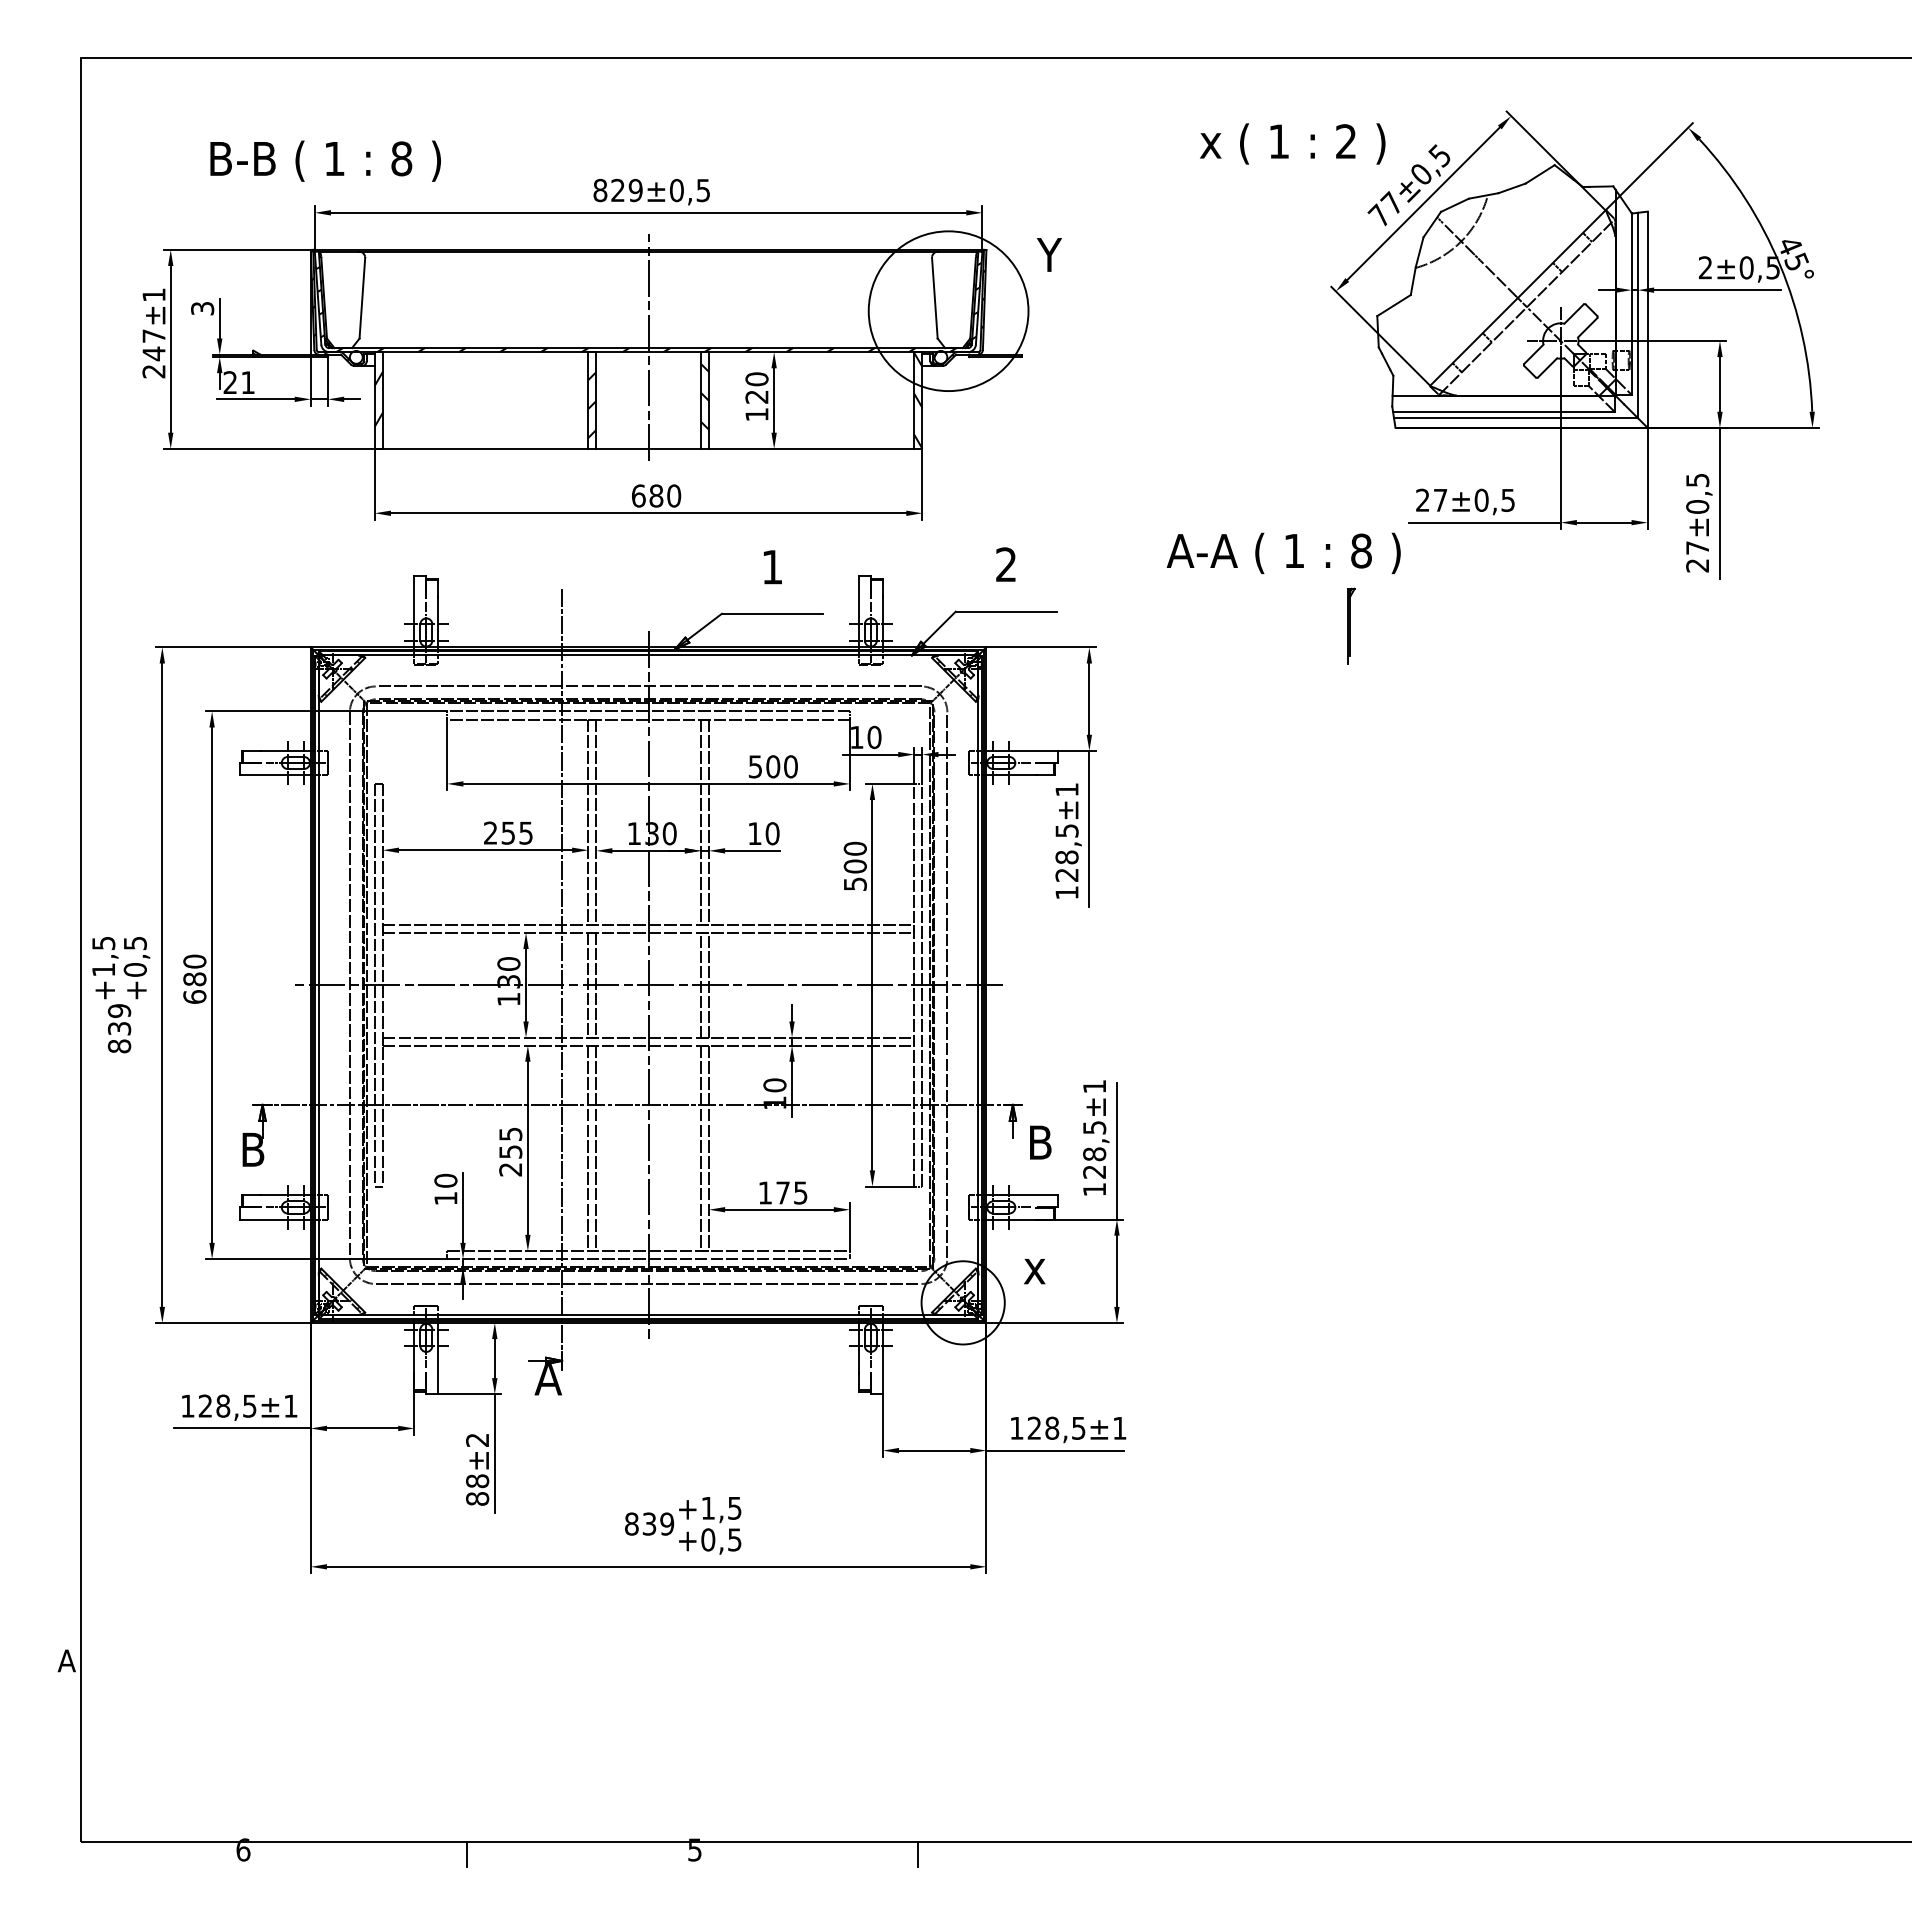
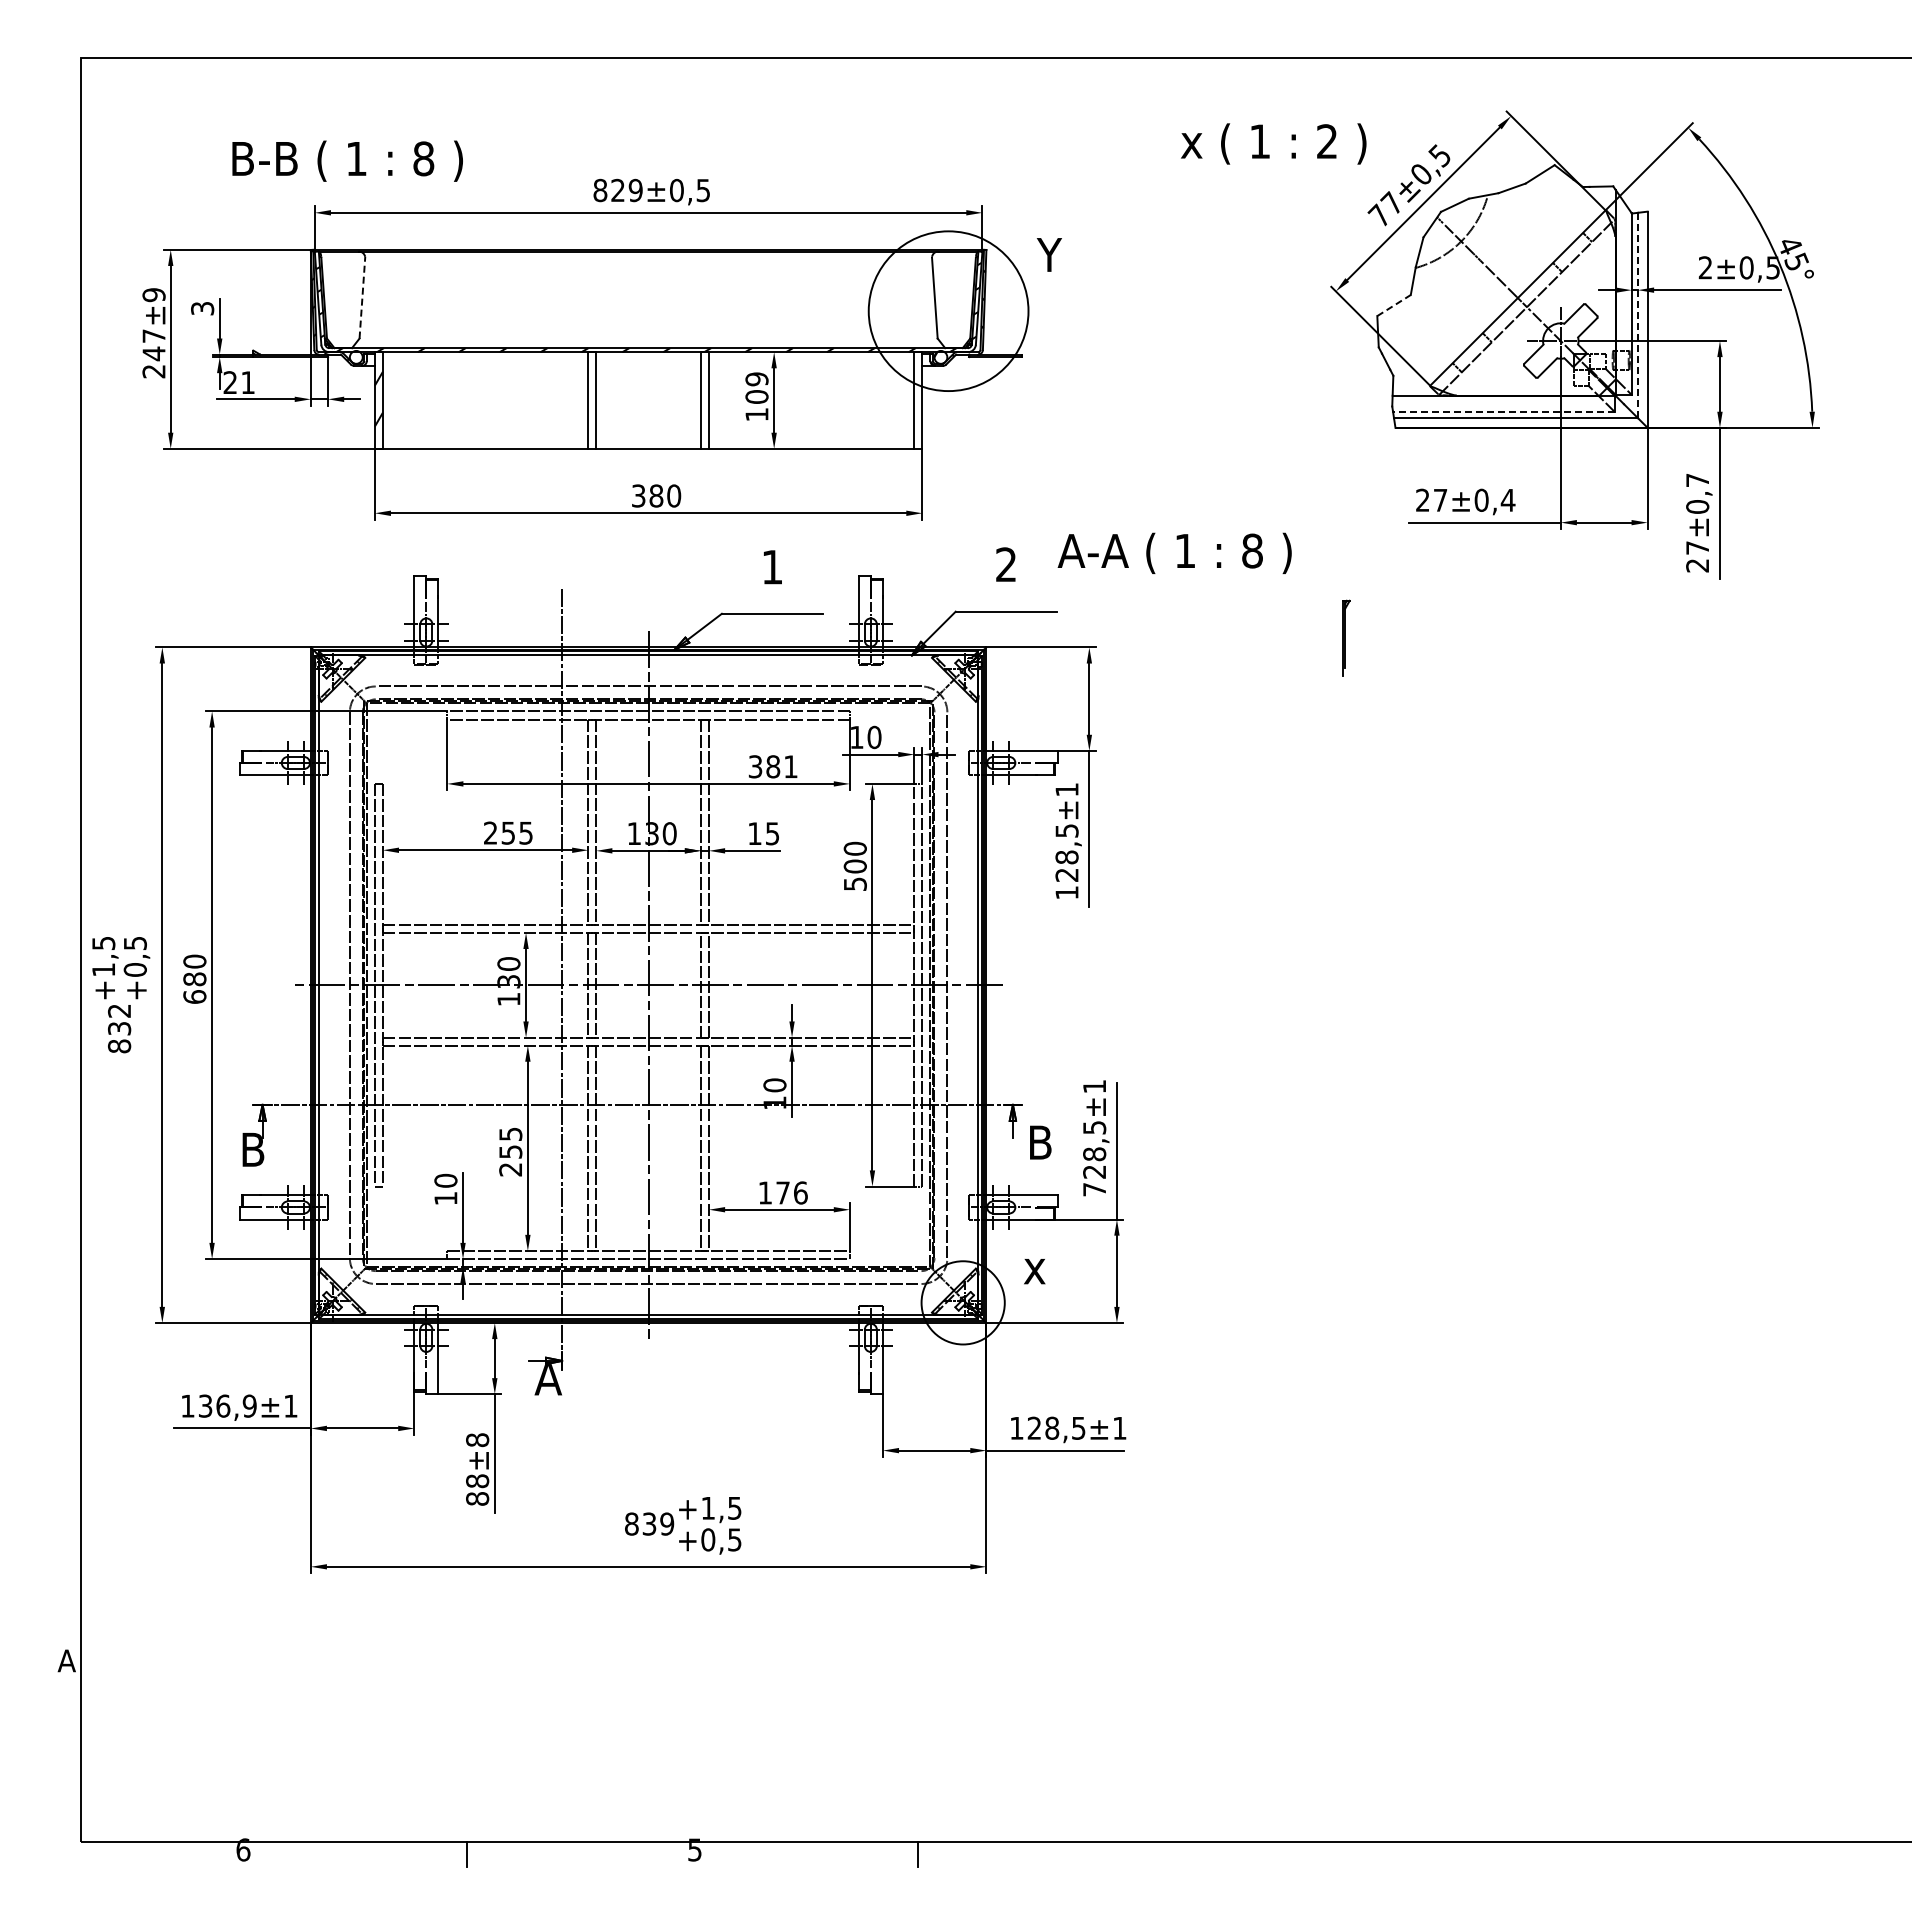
text at (1292, 143) position: (1292, 143) -> (1273, 143)
text at (325, 160) position: (325, 160) -> (347, 160)
text at (153, 295): ±1 -> ±9
line at (362, 297): solid -> dashed
line at (1394, 305): solid -> dashed
line at (1638, 315): solid -> dashed
line at (648, 346): present -> none
text at (756, 387): 120 -> 109
hatch at (704, 396): present -> none
hatch at (918, 400): present -> none
hatch at (592, 405): present -> none
line at (1503, 411): solid -> dashed
text at (1697, 480): ±0,5 -> ±0,7
text at (638, 495): 680 -> 380
text at (1507, 500): ±0,5 -> ±0,4
text at (1283, 552) position: (1283, 552) -> (1174, 552)
part at (1351, 625) position: (1351, 625) -> (1346, 637)
text at (773, 766): 500 -> 381
text at (772, 833): 10 -> 15
text at (119, 1010): 839 -> 832
text at (1094, 1189): 128,5 -> 728,5
text at (800, 1192): 175 -> 176
text at (227, 1405): 128,5 -> 136,9
text at (477, 1440): ±2 -> ±8
